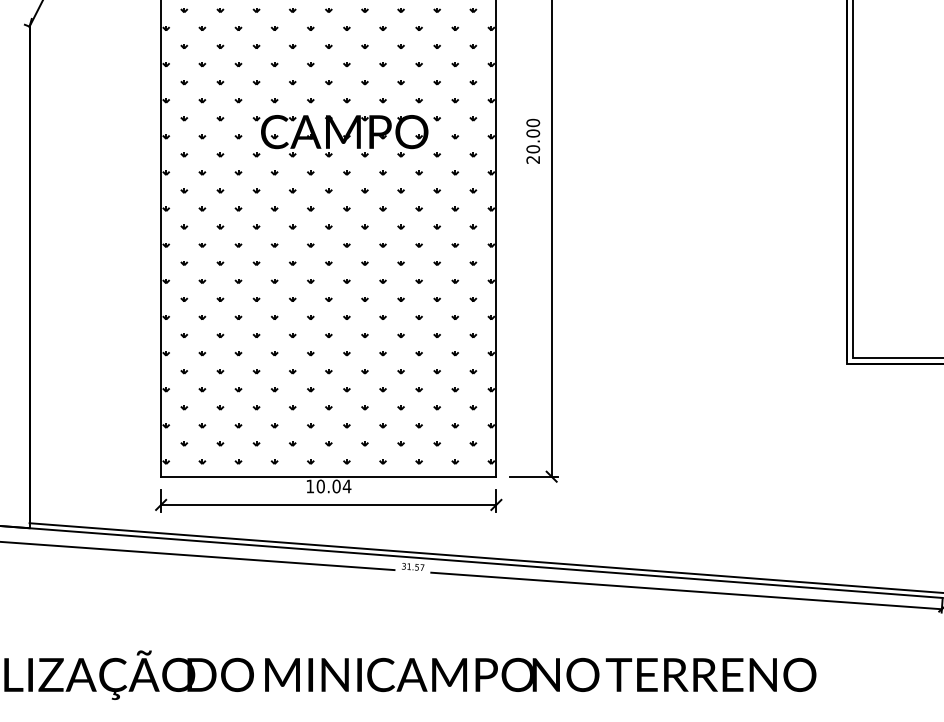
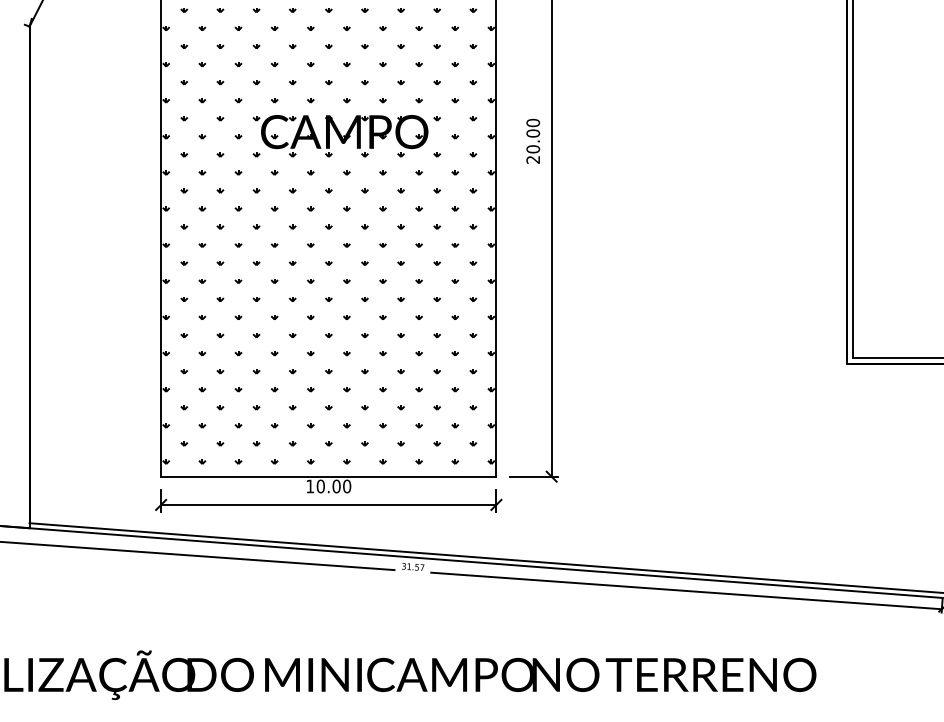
text at (346, 486): 10.04 -> 10.00
